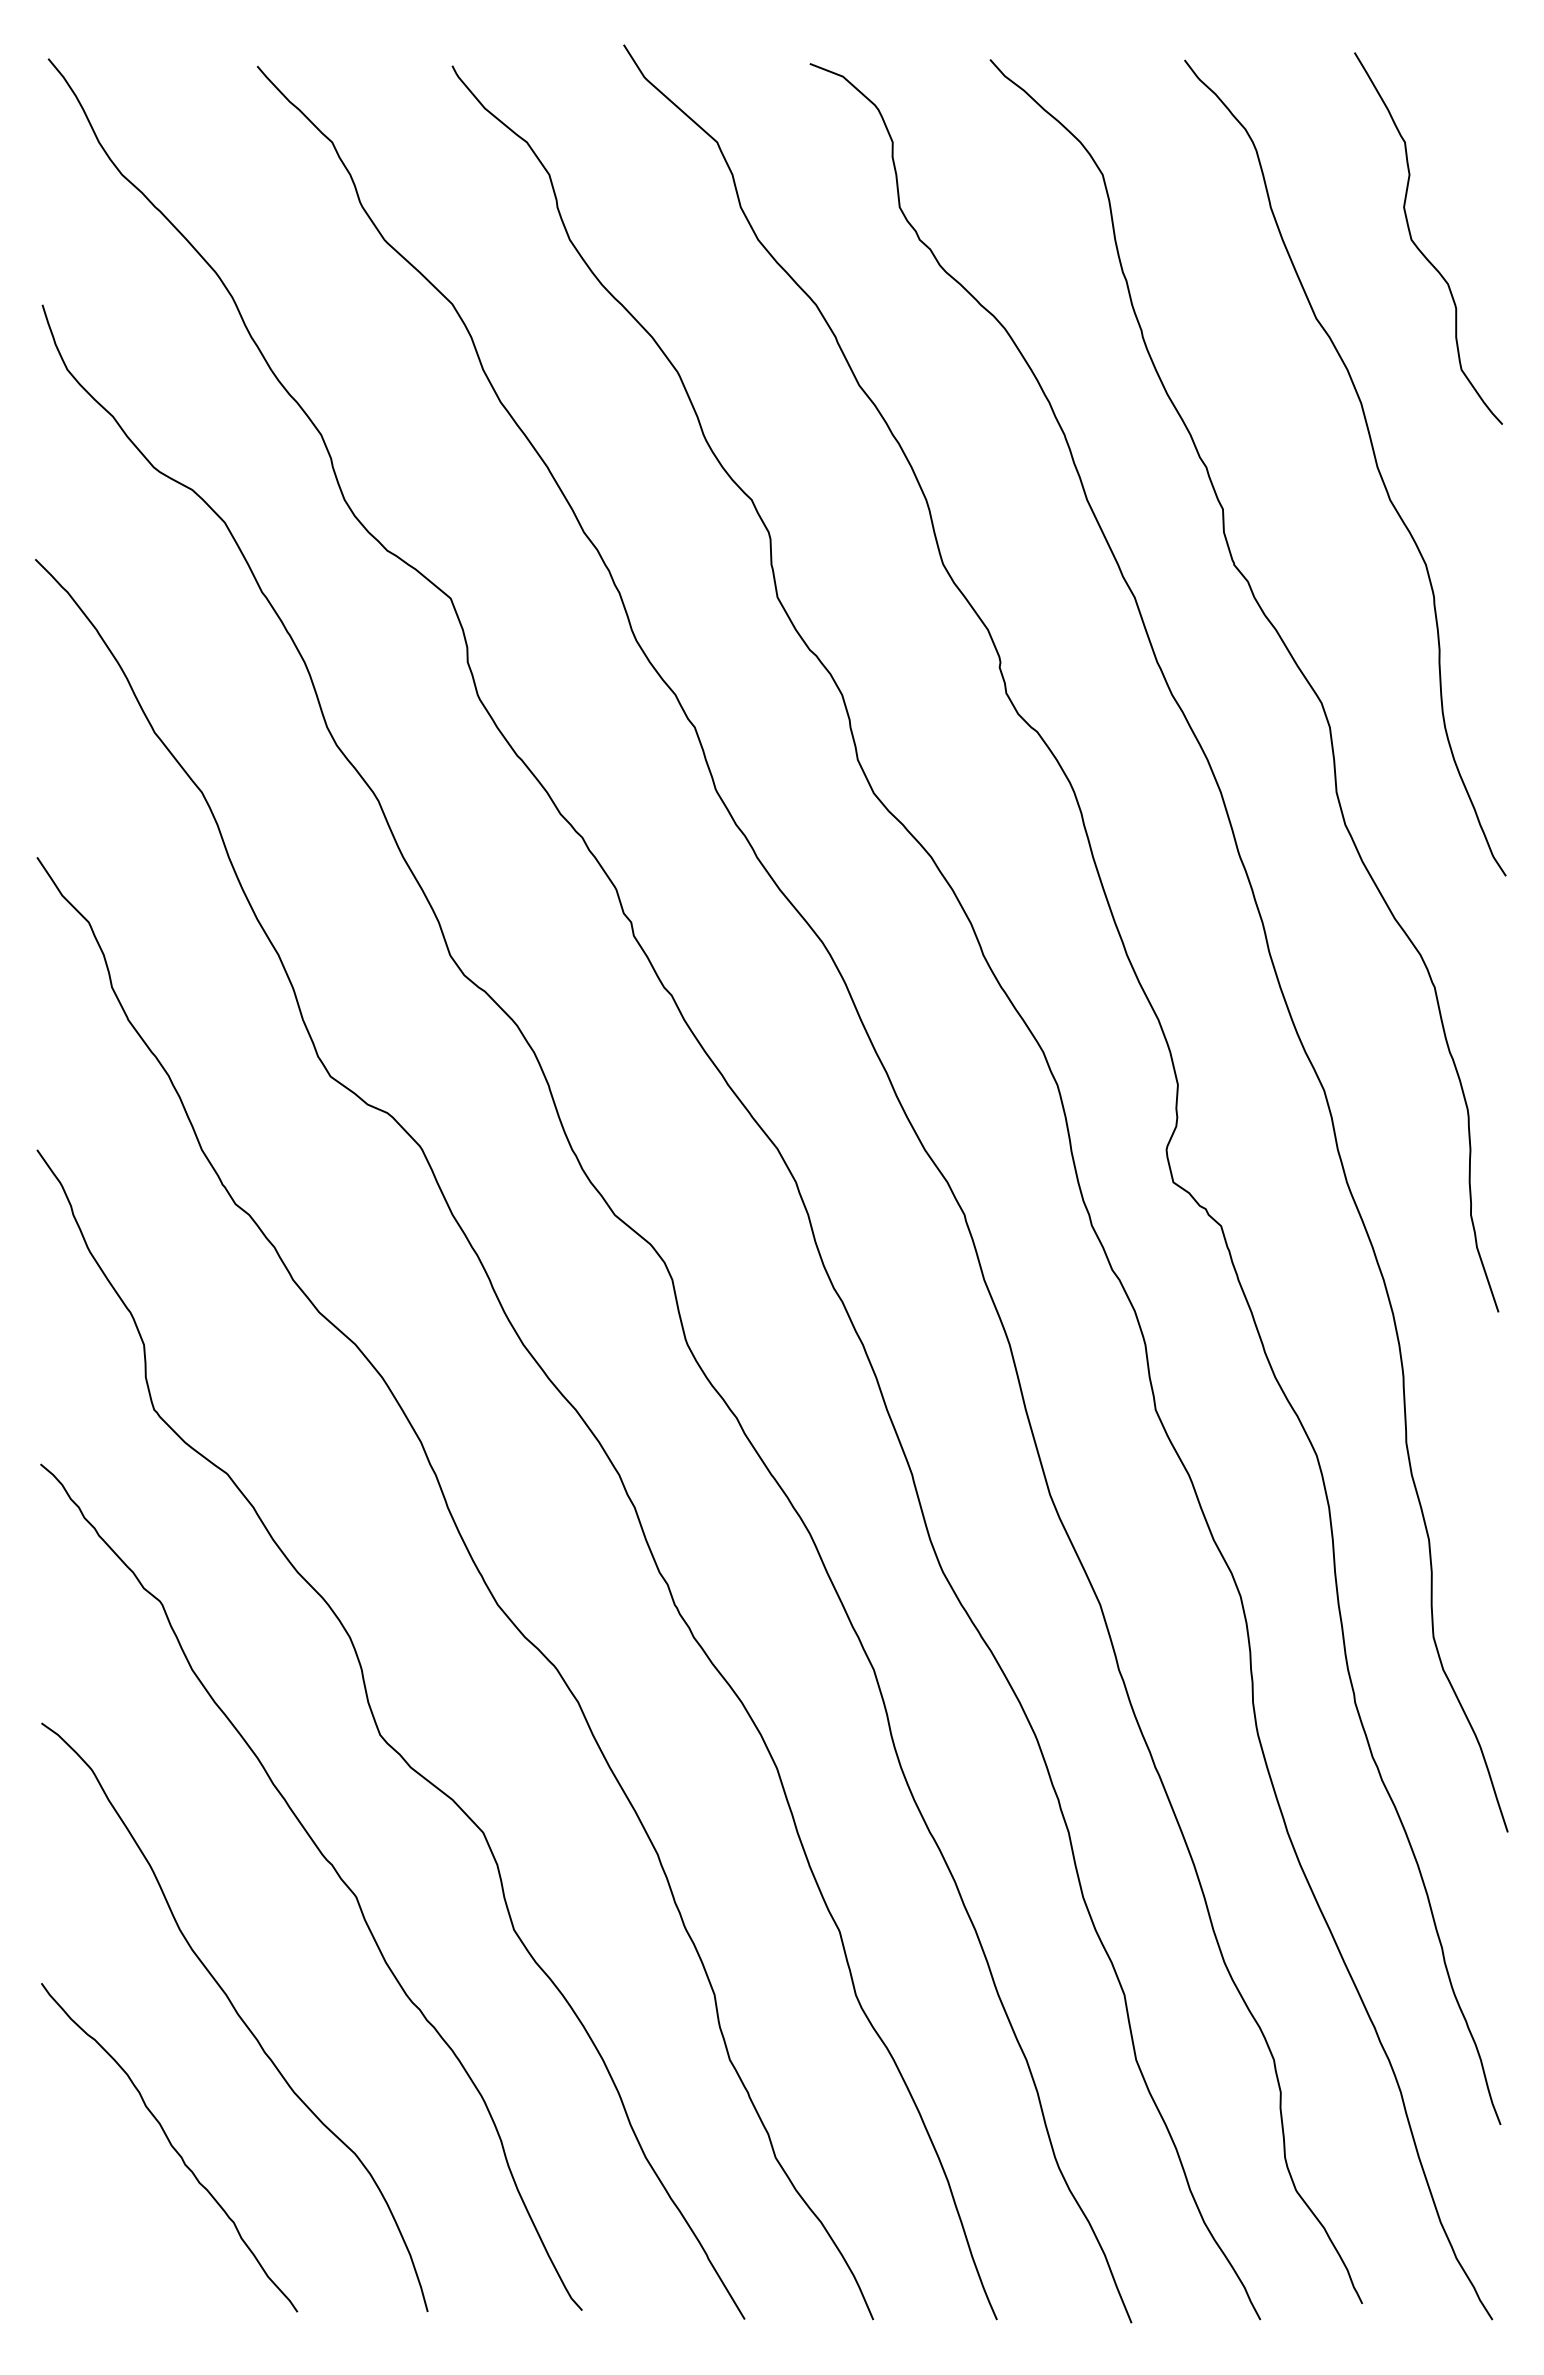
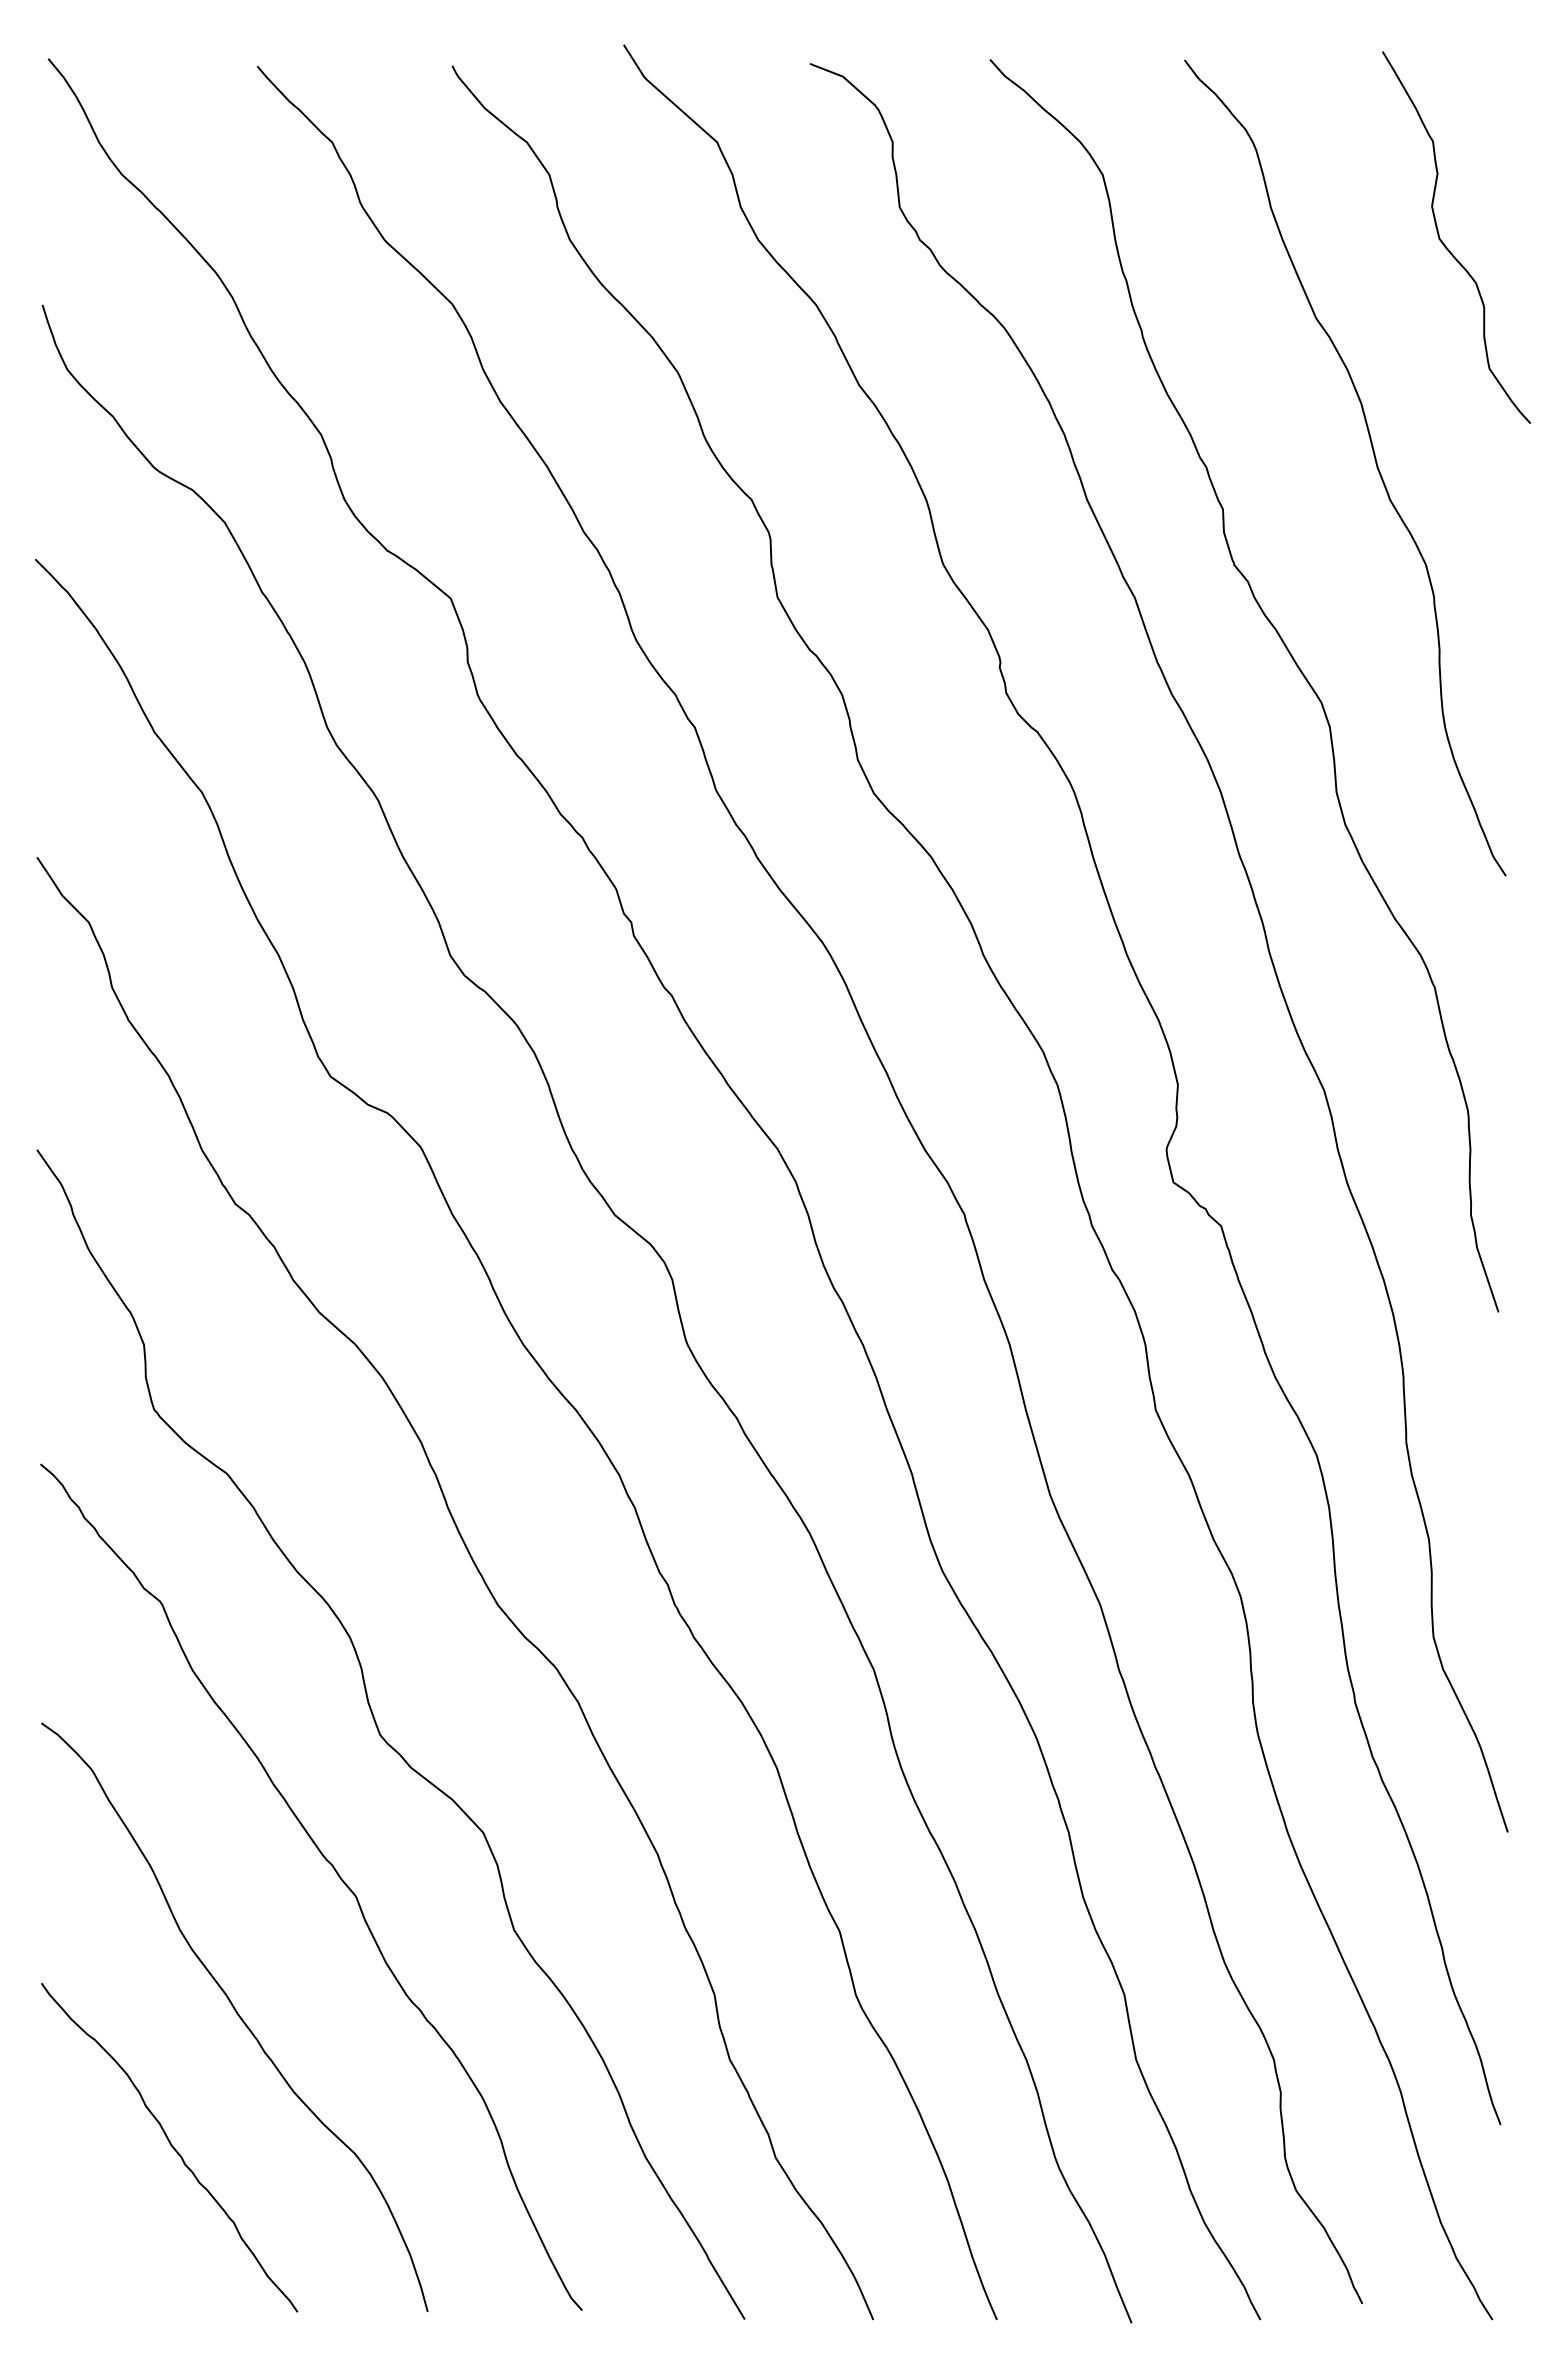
curve at (1416, 244) position: (1416, 244) -> (1444, 243)
